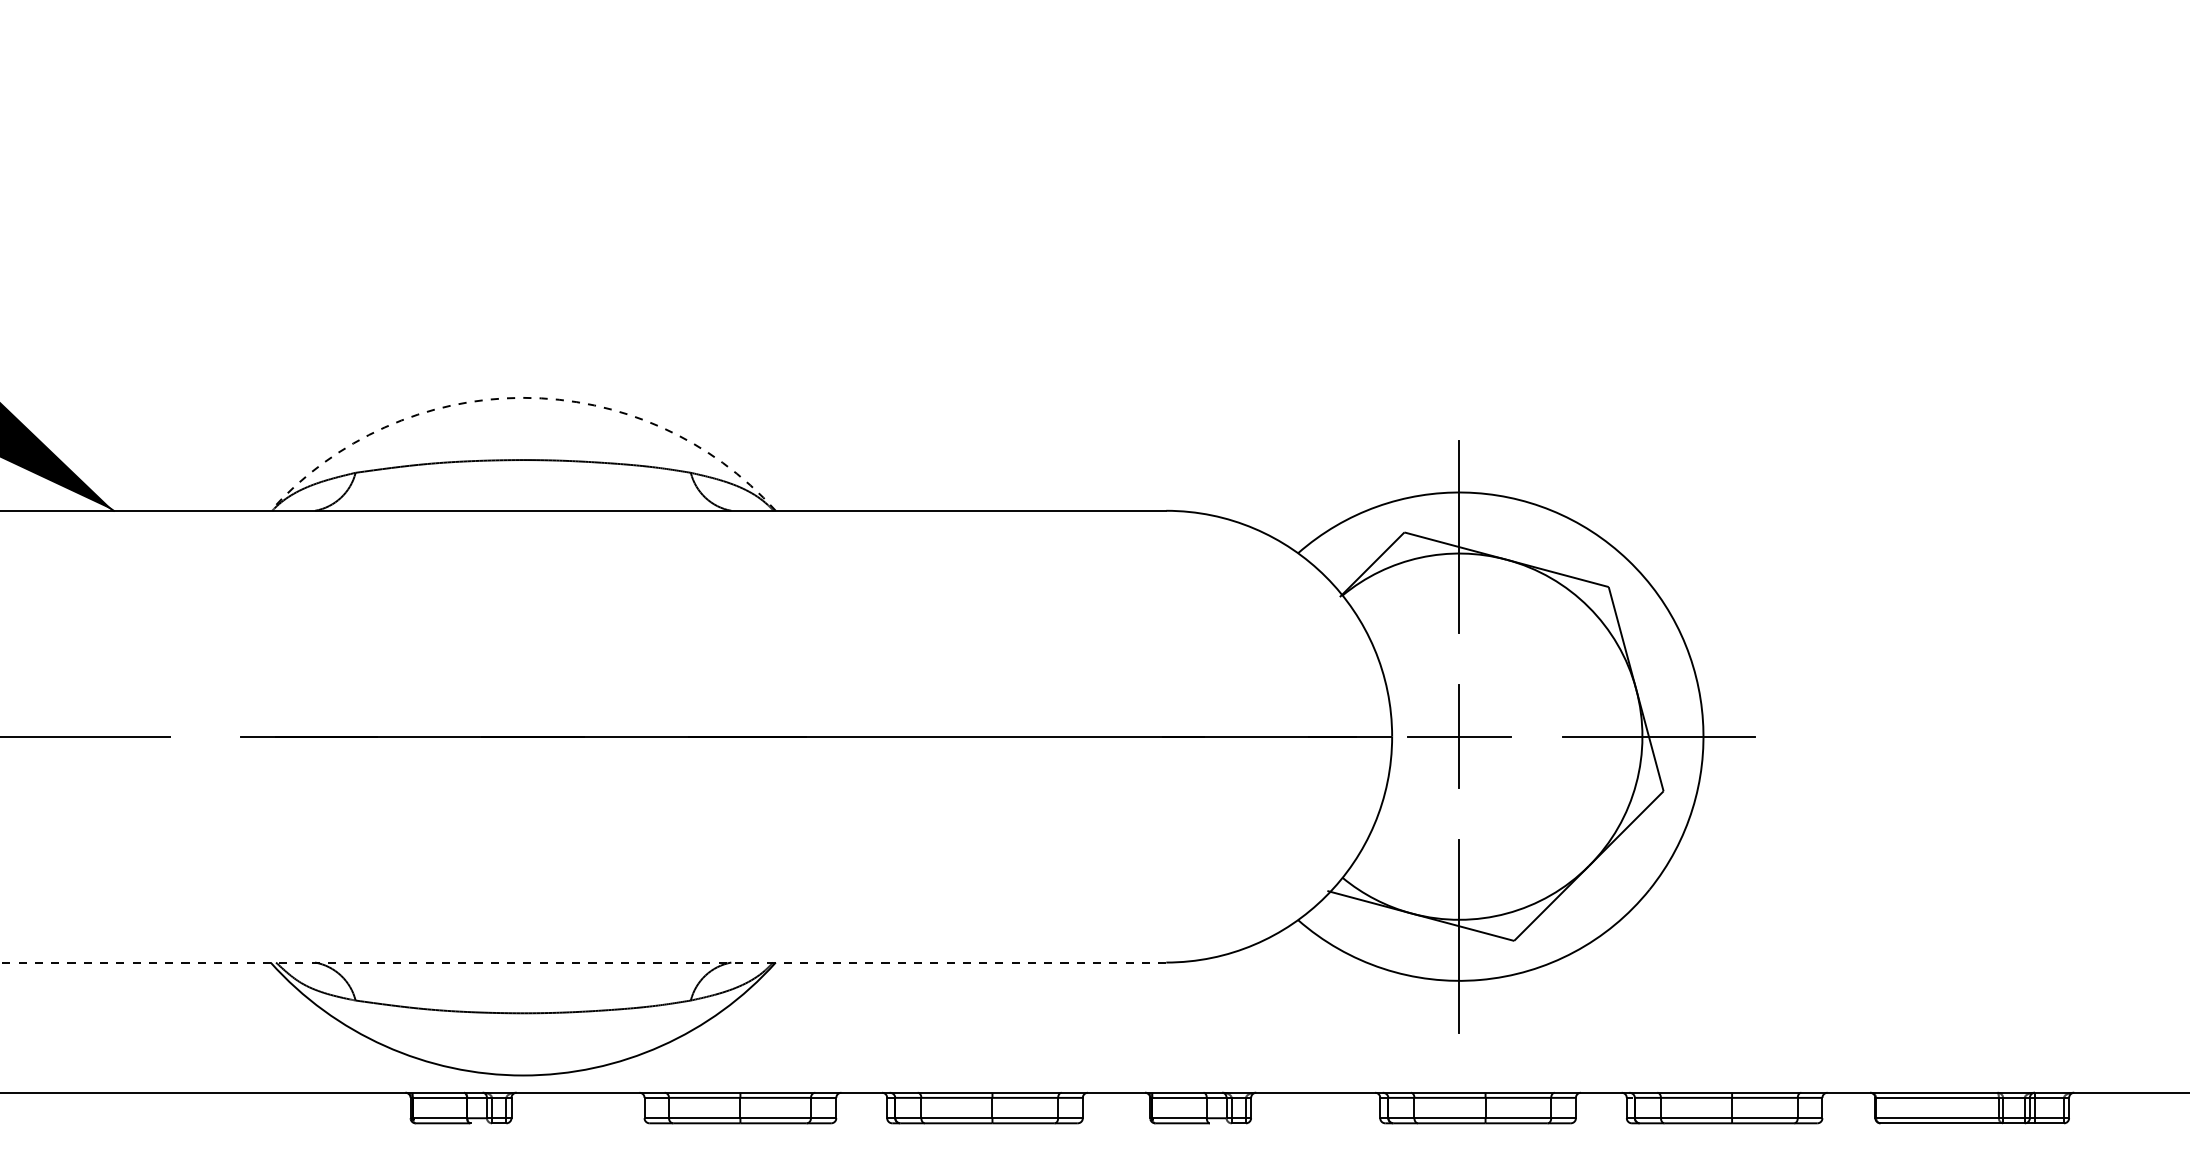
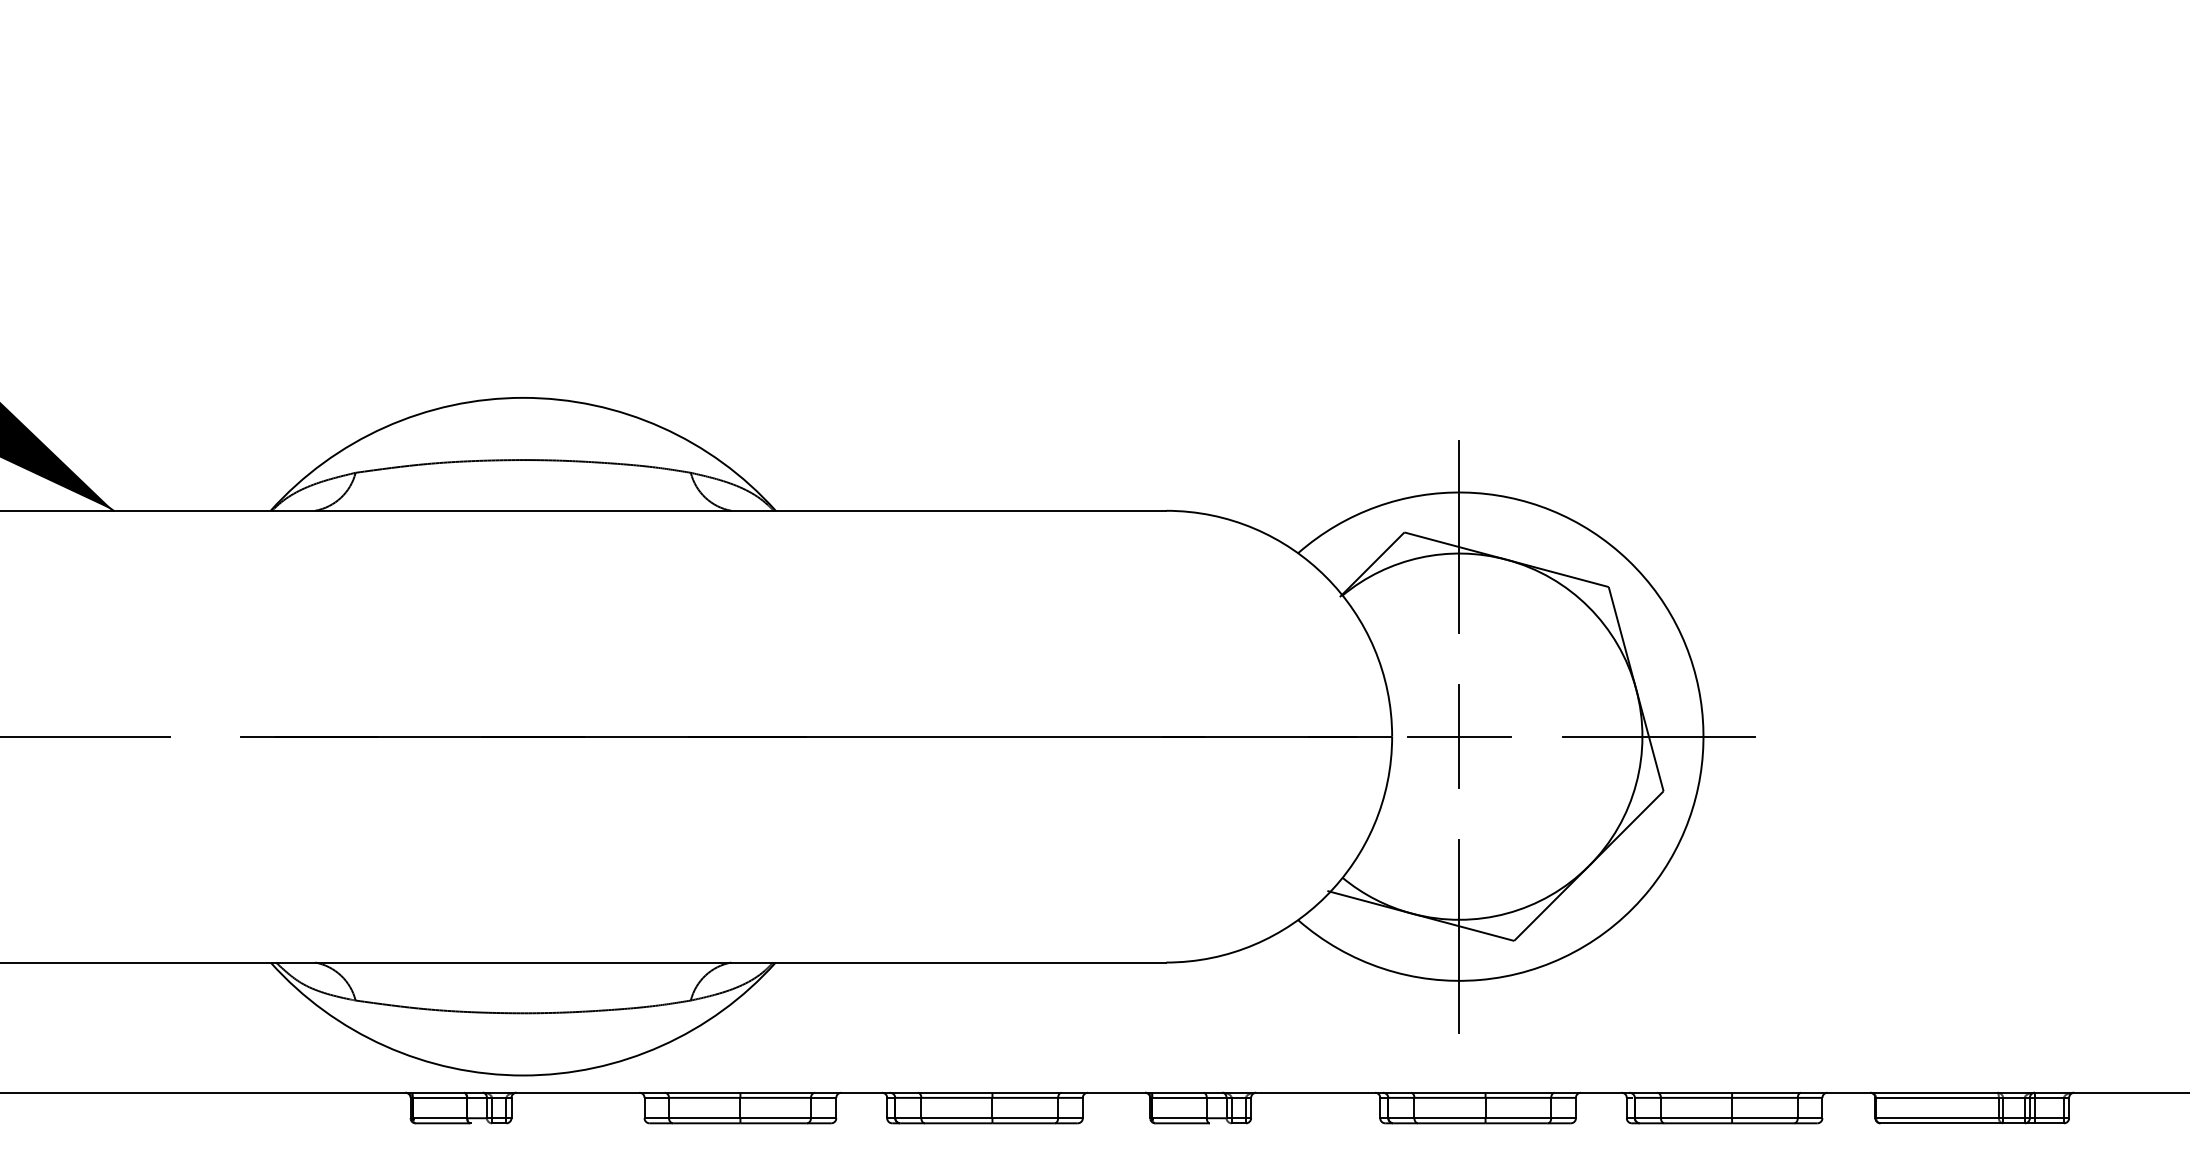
arc at (523, 397): dashed -> solid
line at (582, 962): dashed -> solid
